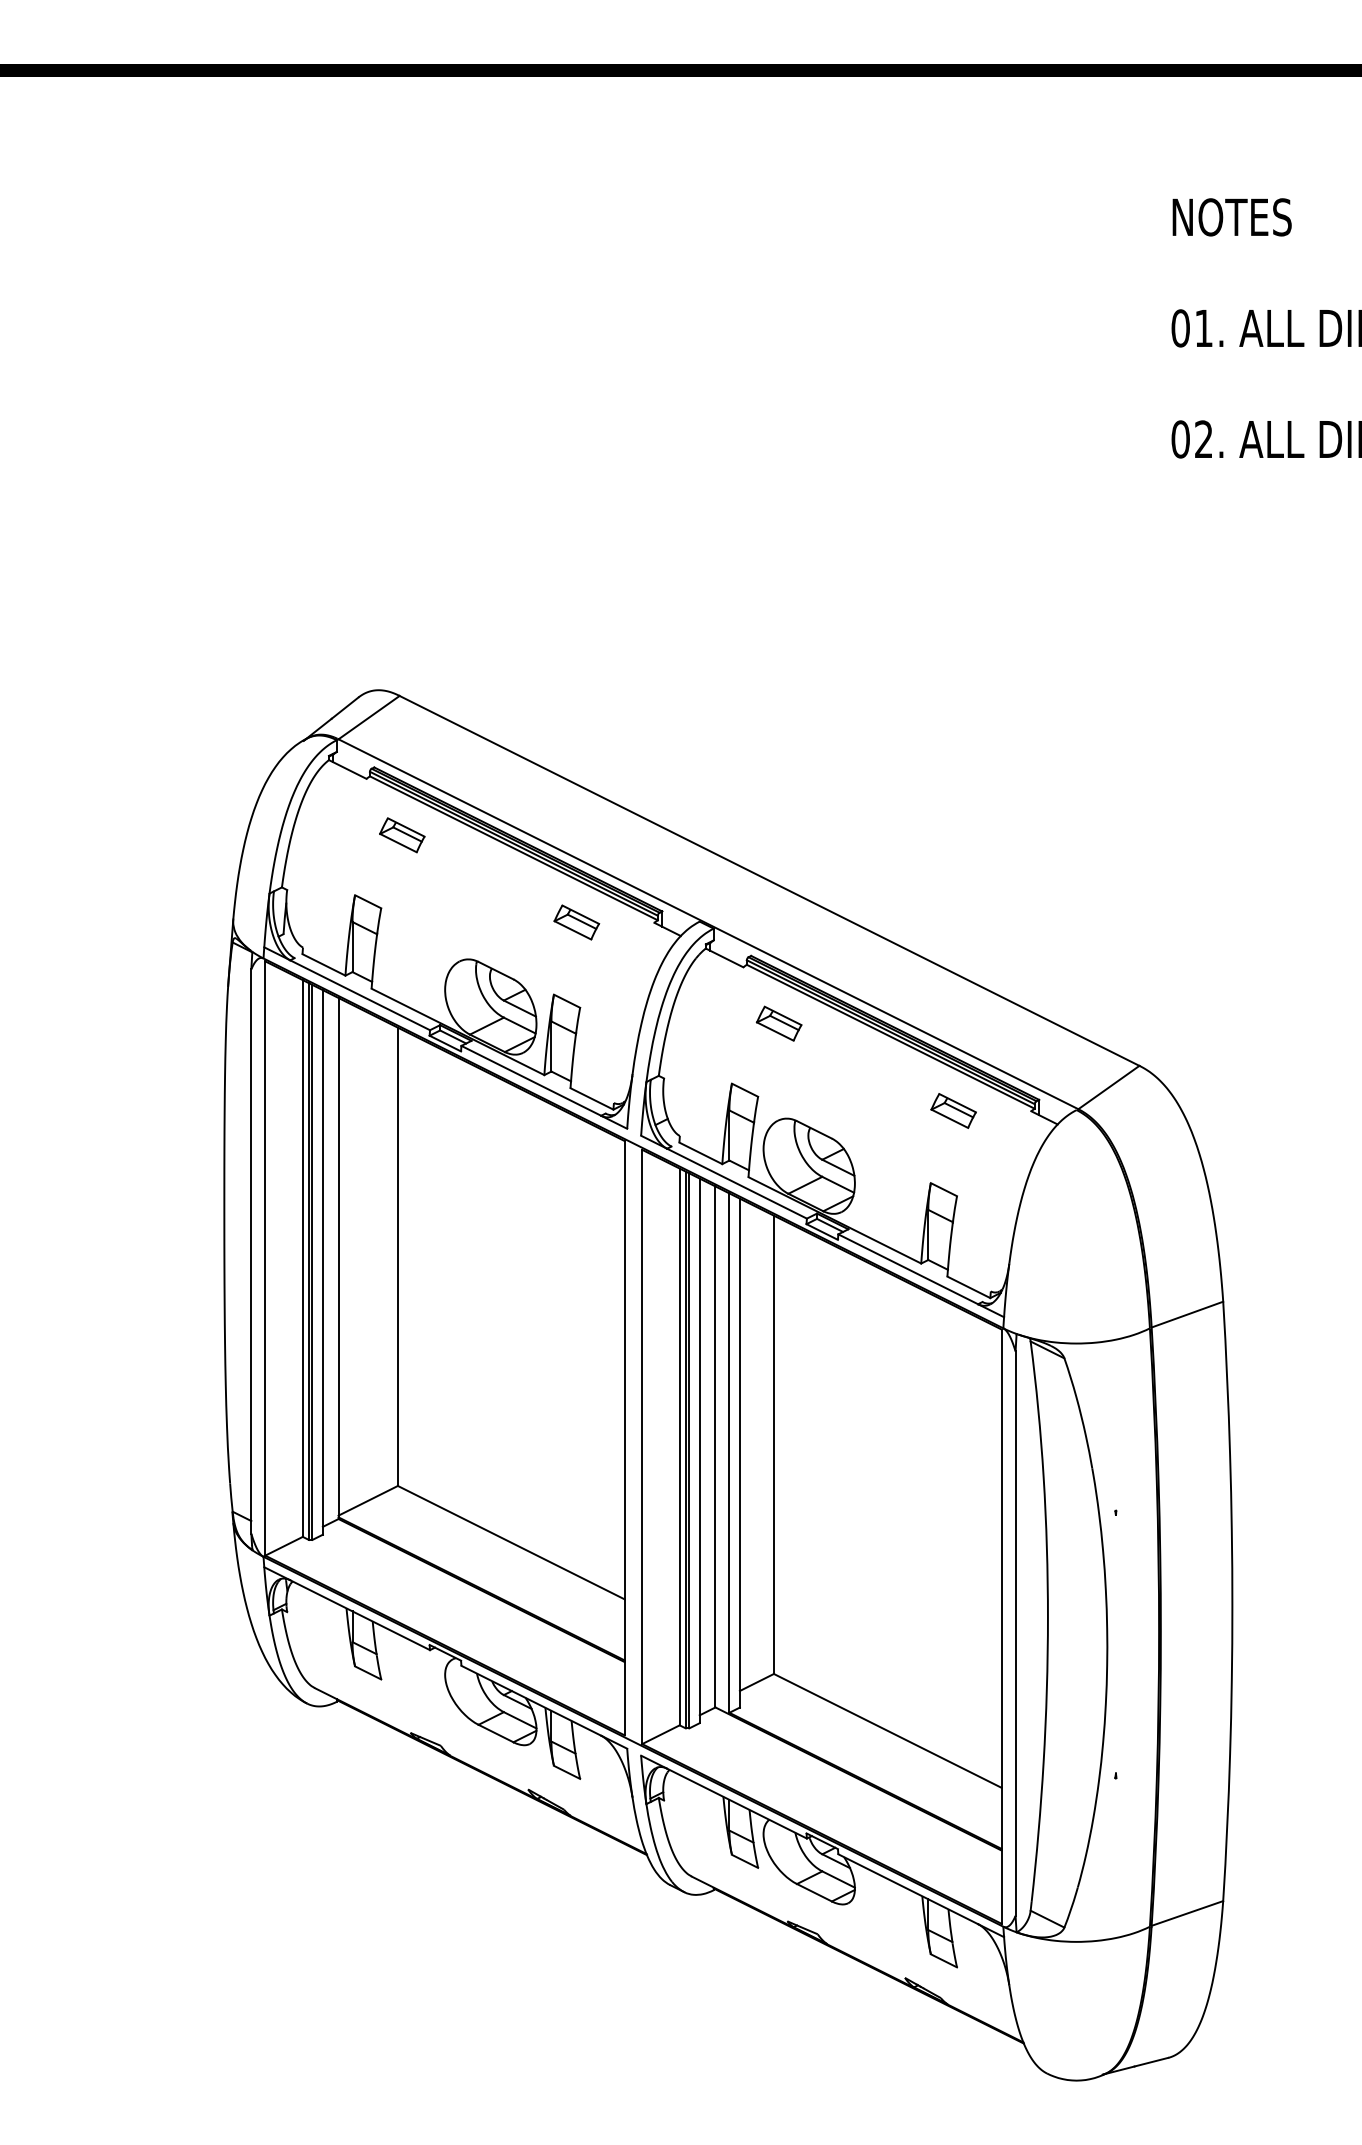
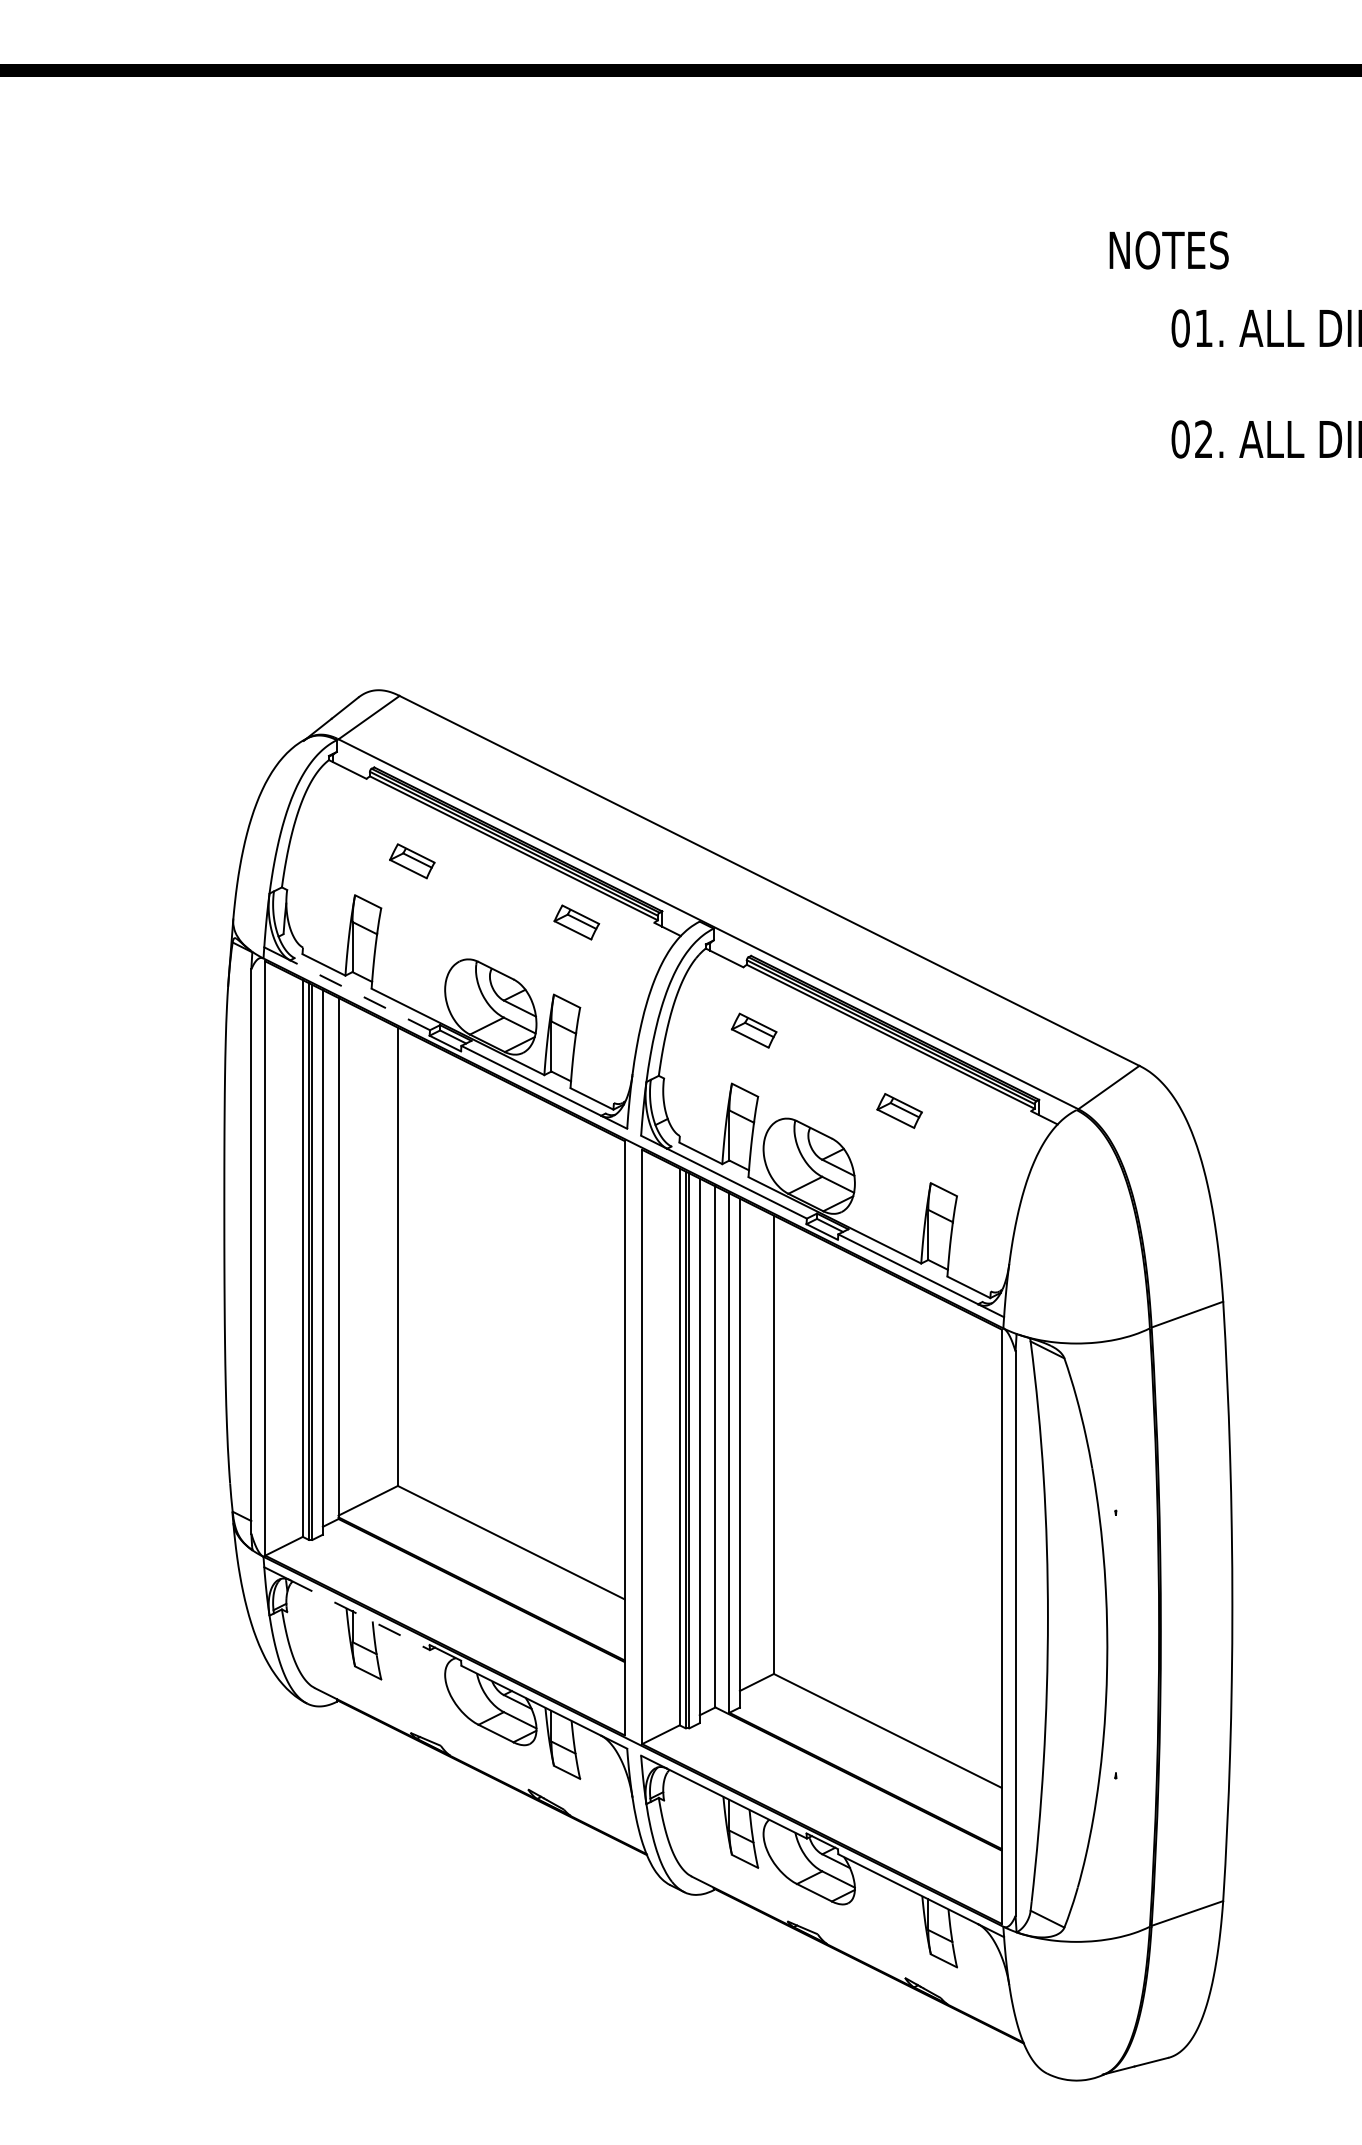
text at (1231, 217) position: (1231, 217) -> (1168, 250)
part at (402, 835) position: (402, 835) -> (412, 861)
line at (359, 995): solid -> dashed
part at (778, 1023) position: (778, 1023) -> (753, 1030)
part at (953, 1110) position: (953, 1110) -> (899, 1110)
line at (360, 1615): solid -> dashed
